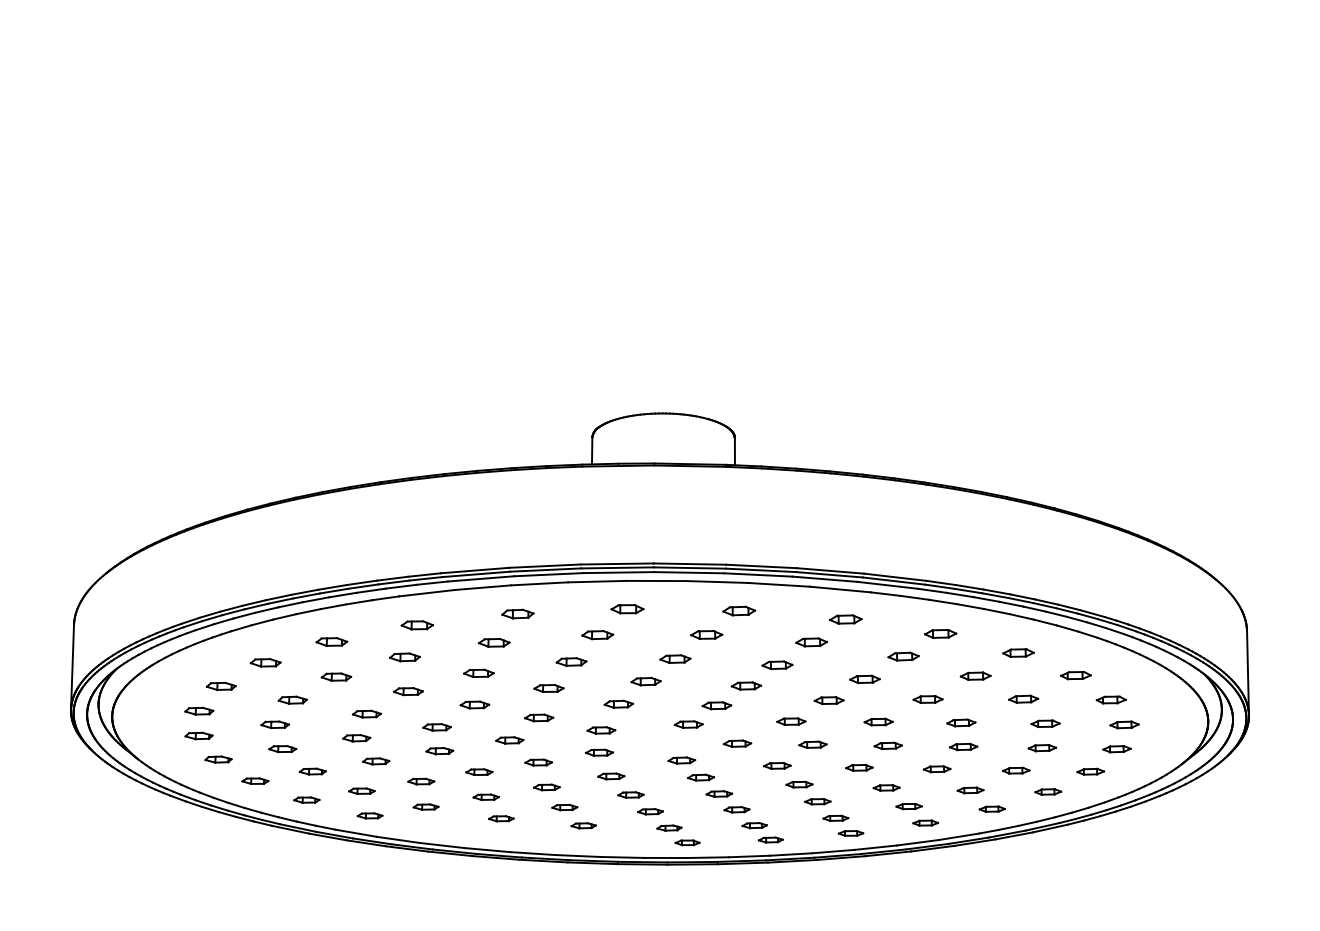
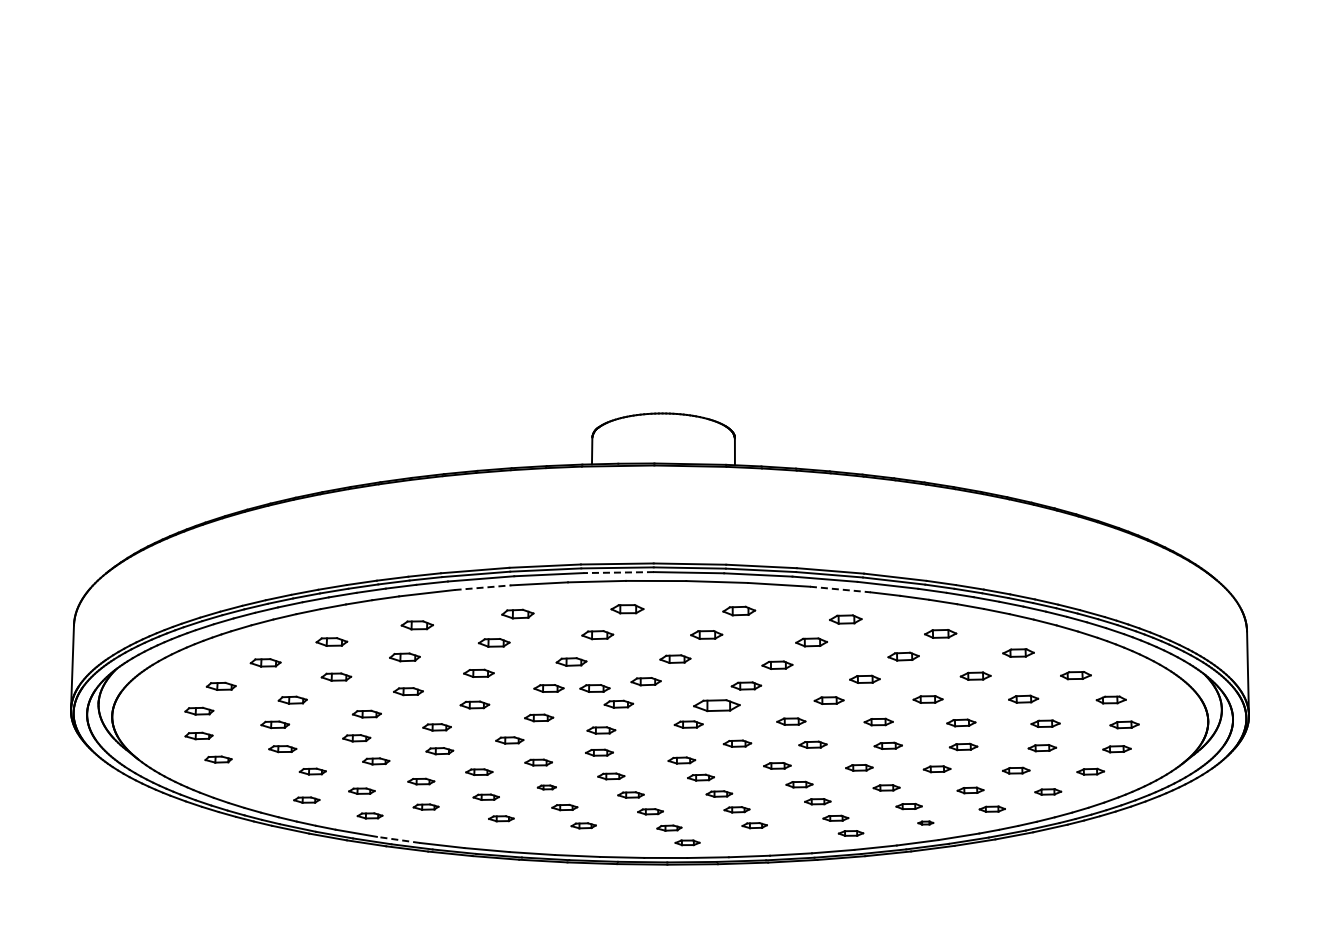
line at (618, 572): solid -> dashed
line at (483, 587): solid -> dashed
line at (840, 589): solid -> dashed
part at (594, 688): none -> present
part at (716, 705) size: 32x10 px -> 48x14 px
part at (255, 780): present -> none
part at (546, 787) size: 28x9 px -> 21x7 px
part at (925, 822) size: 28x8 px -> 18x6 px
line at (398, 839): solid -> dashed
part at (770, 839): present -> none
